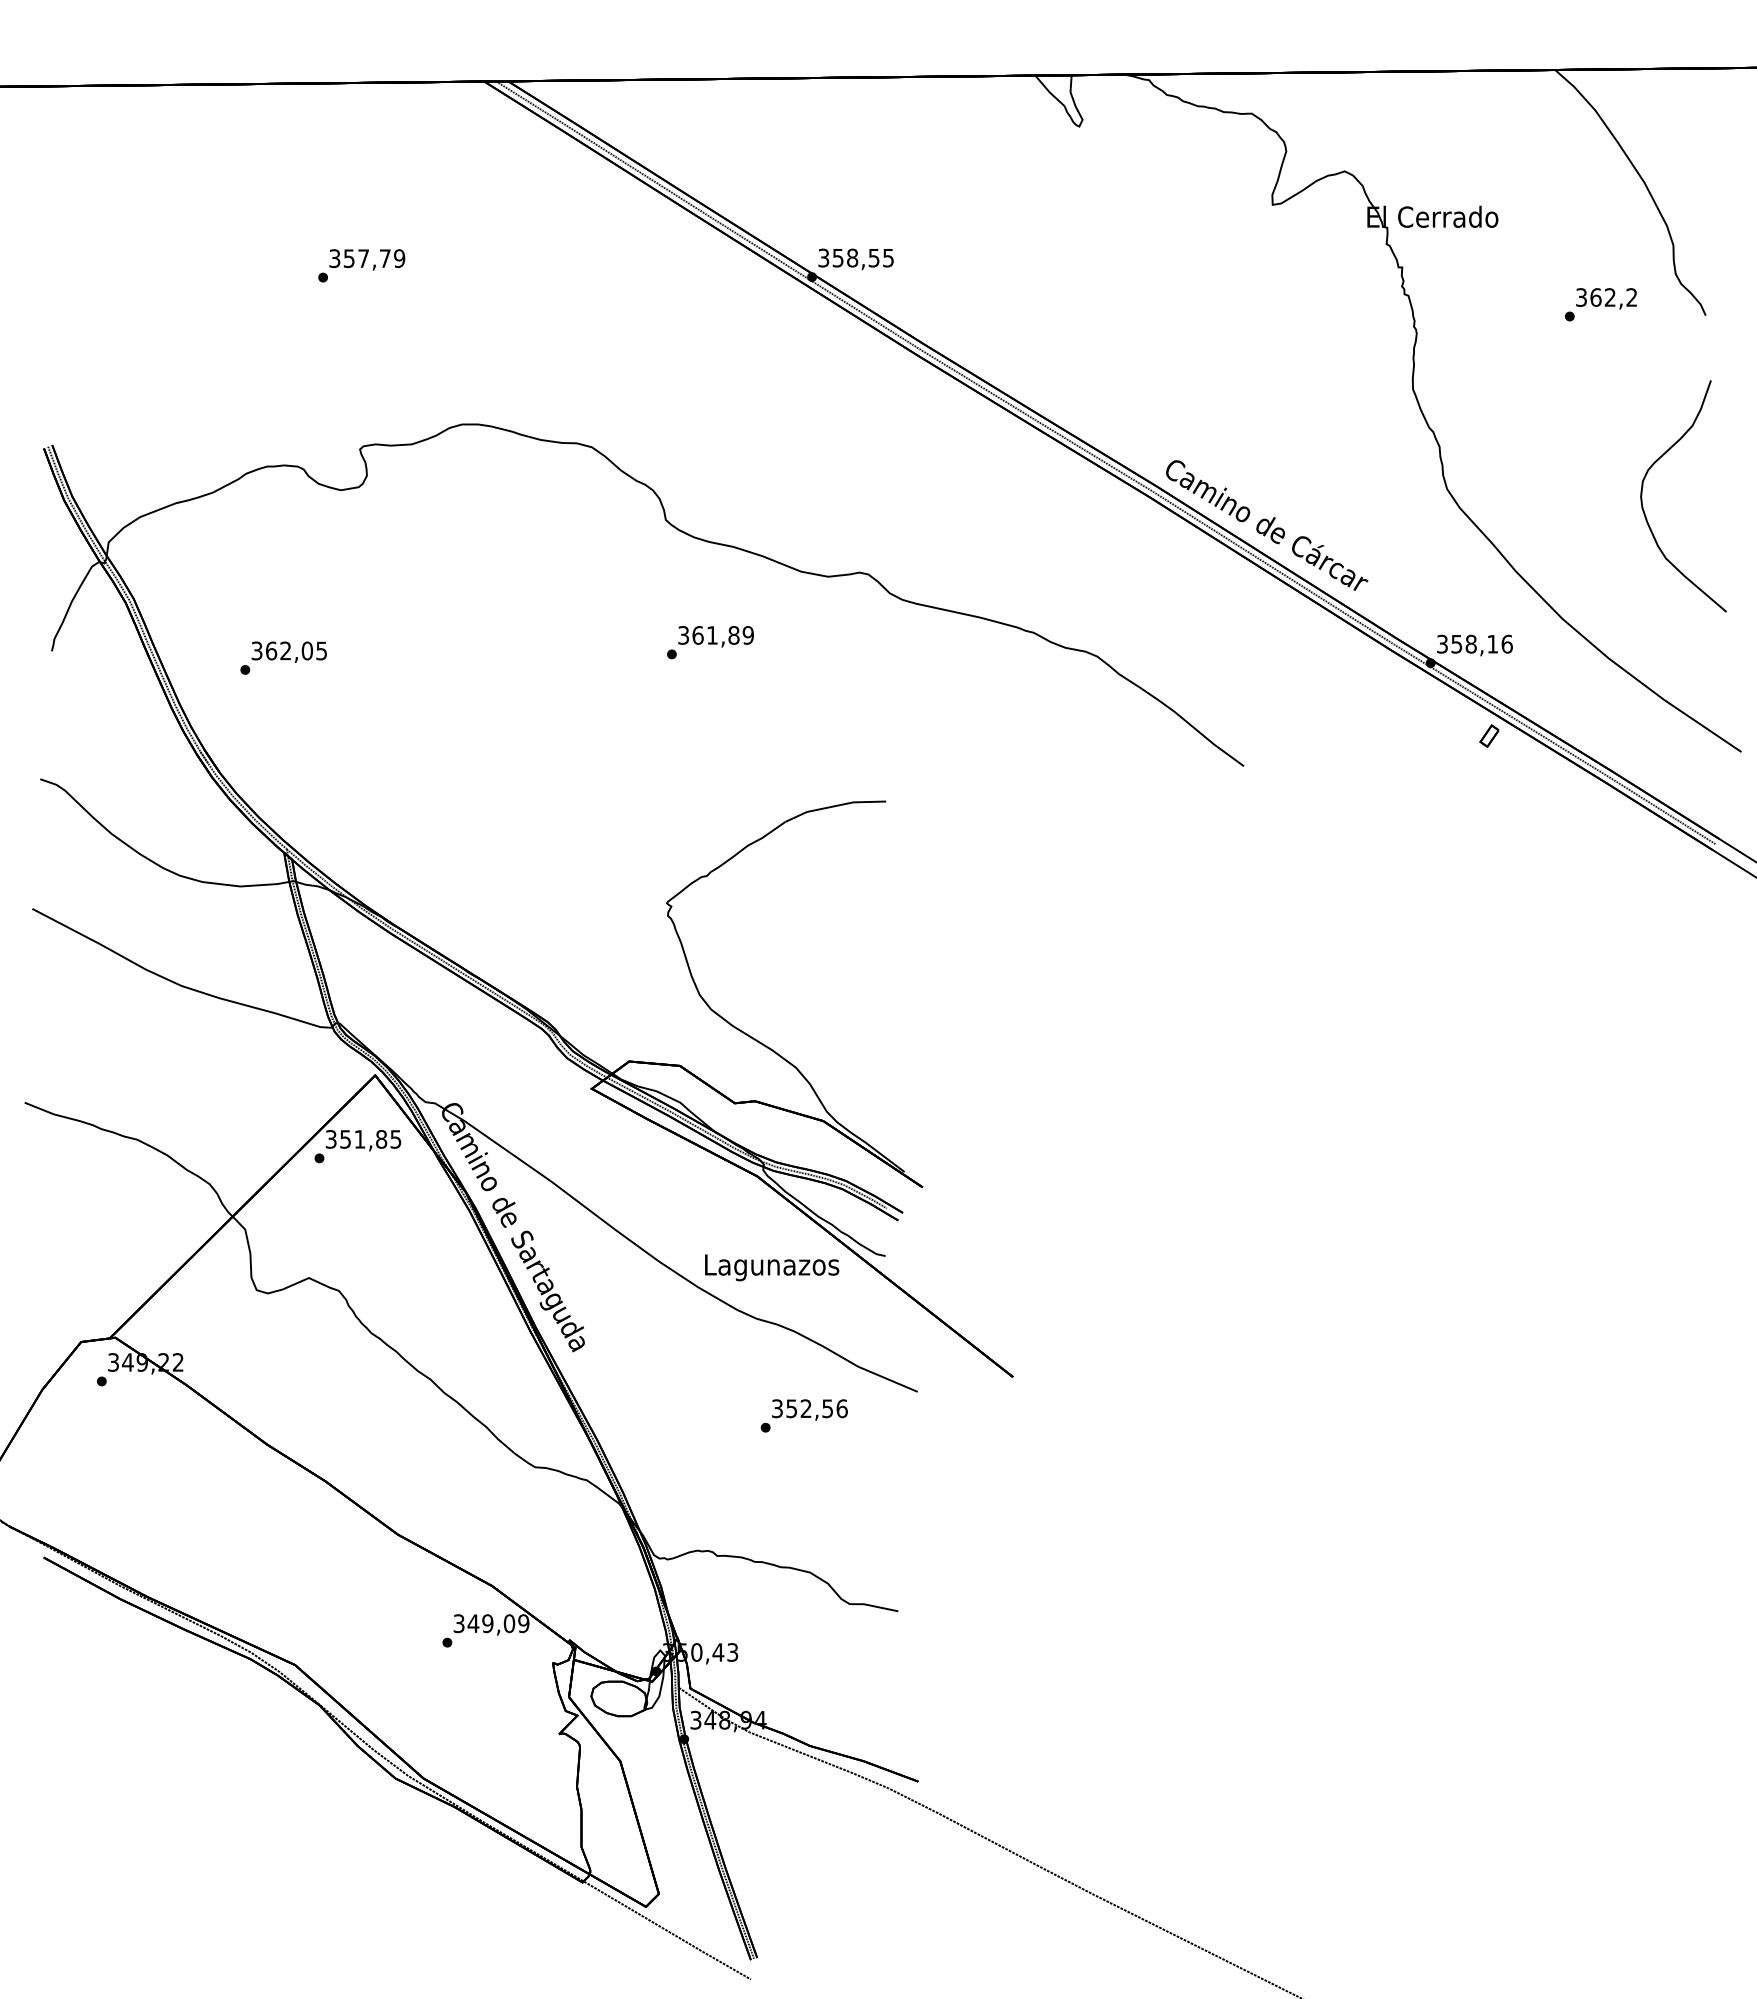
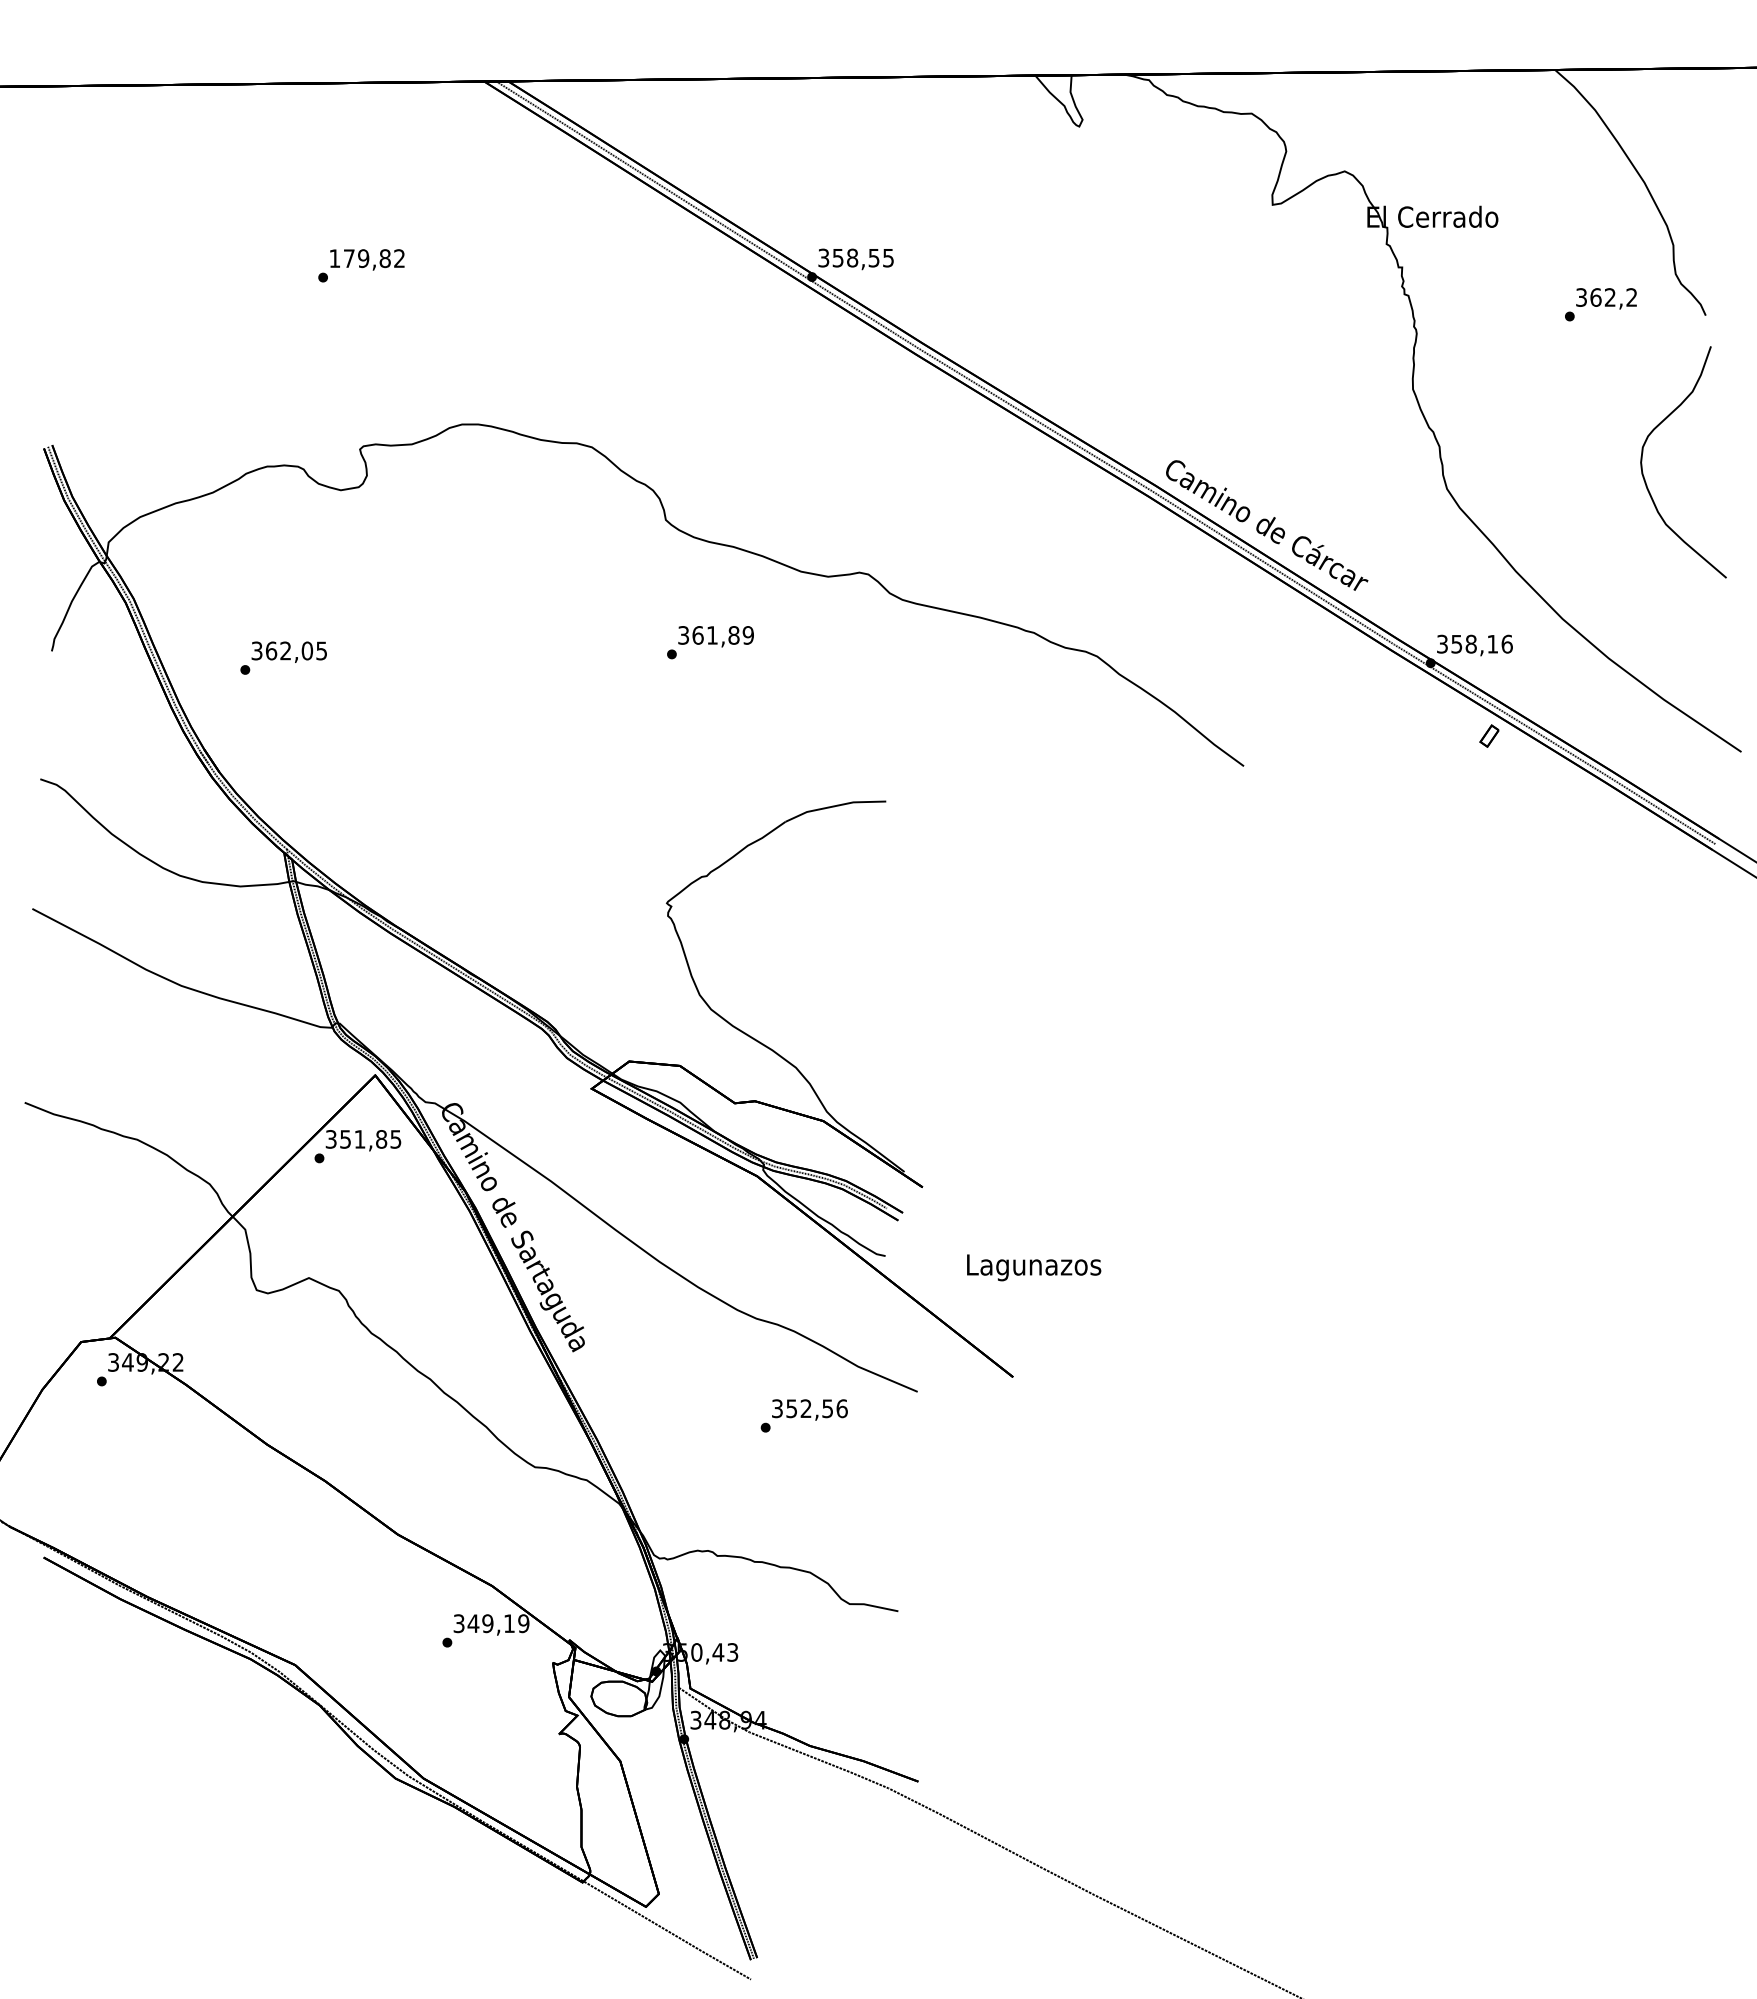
text at (367, 258): 357,79 -> 179,82
curve at (1642, 495) position: (1642, 495) -> (1642, 461)
text at (772, 1267) position: (772, 1267) -> (1034, 1267)
text at (509, 1623): 349,09 -> 349,19
